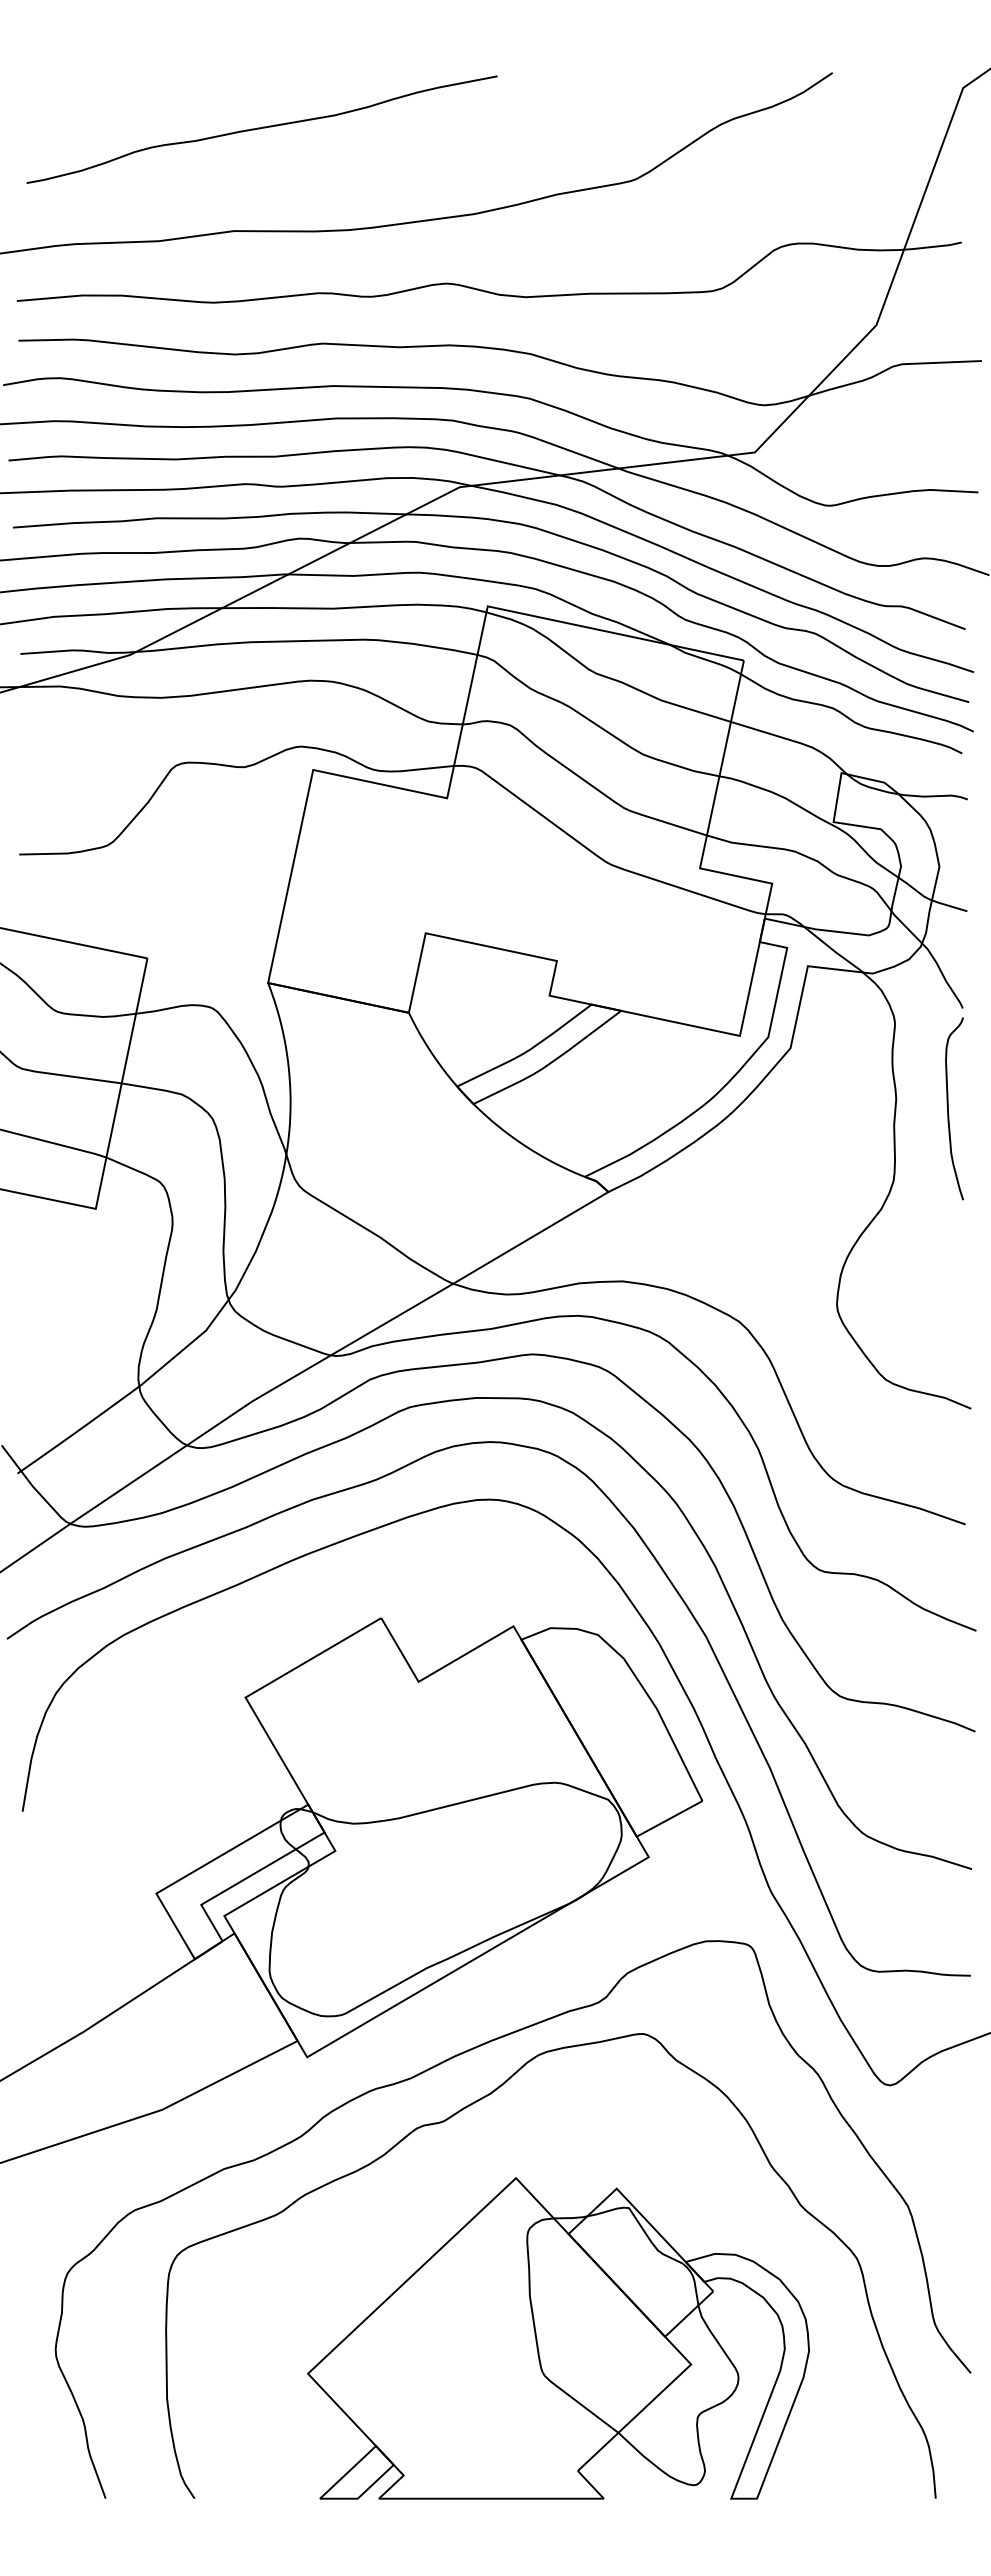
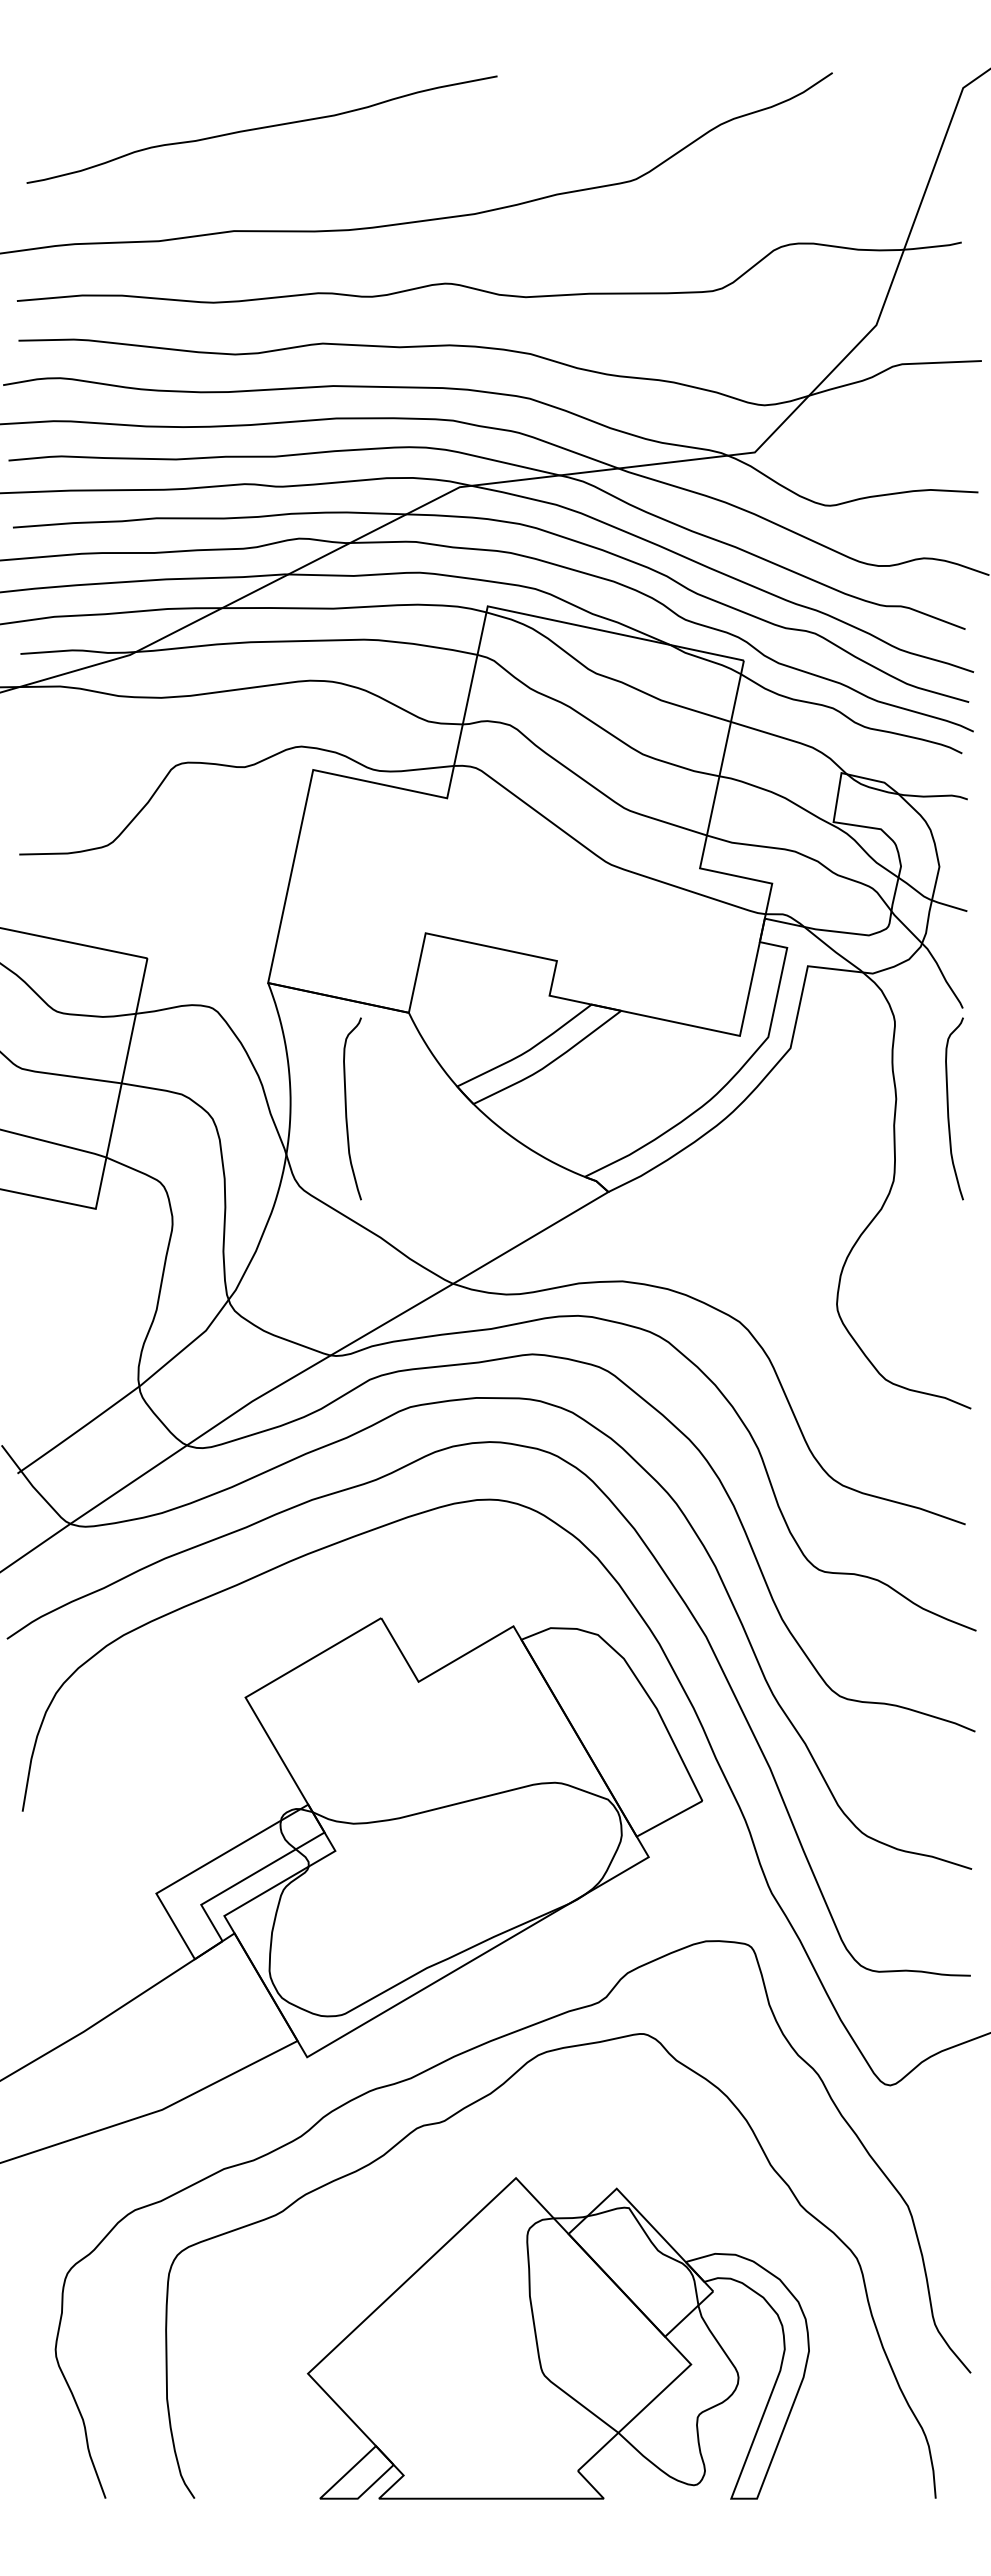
curve at (346, 1108): none -> present
